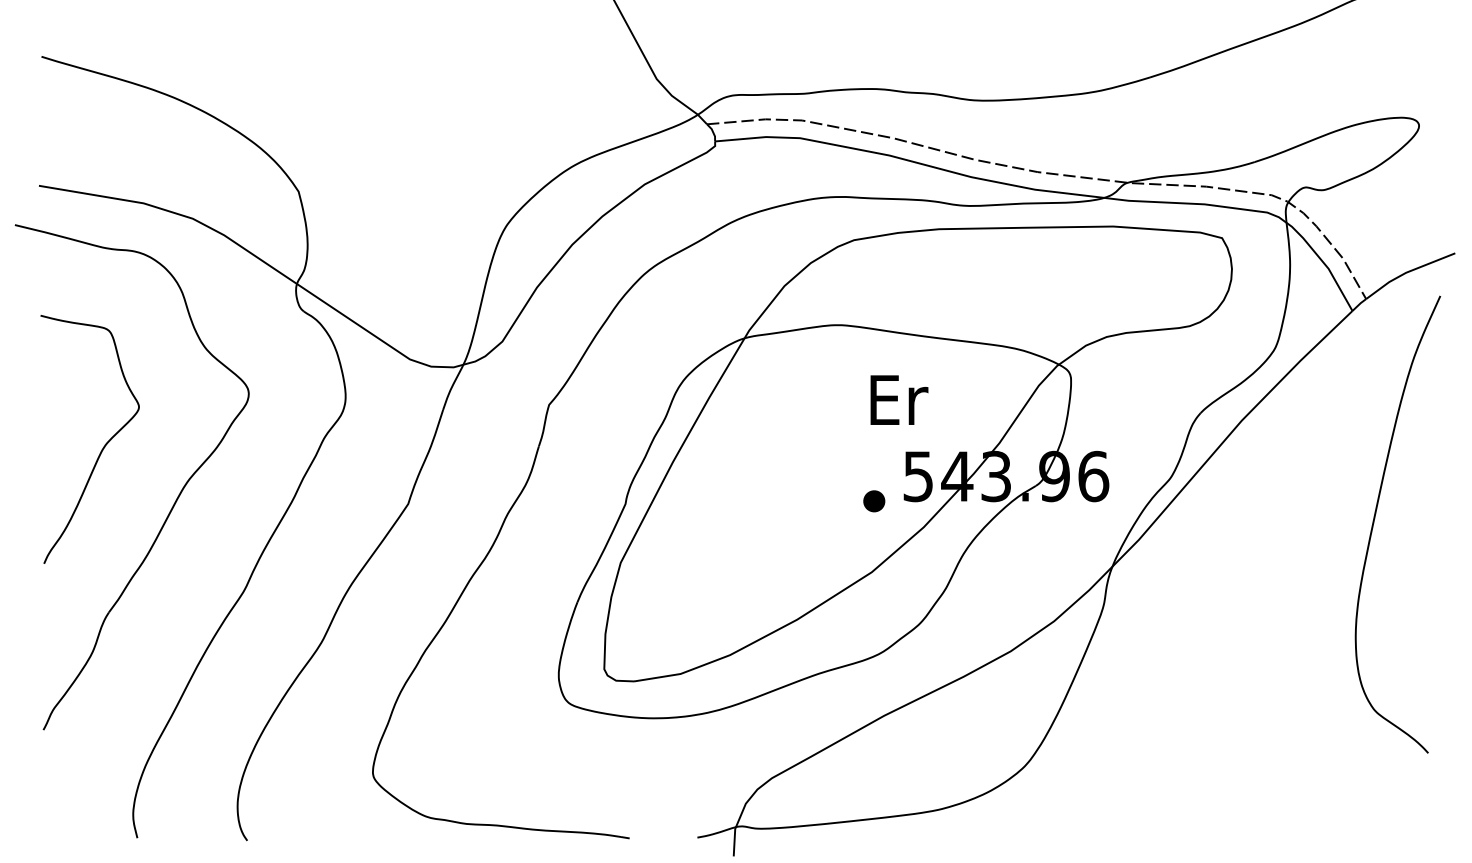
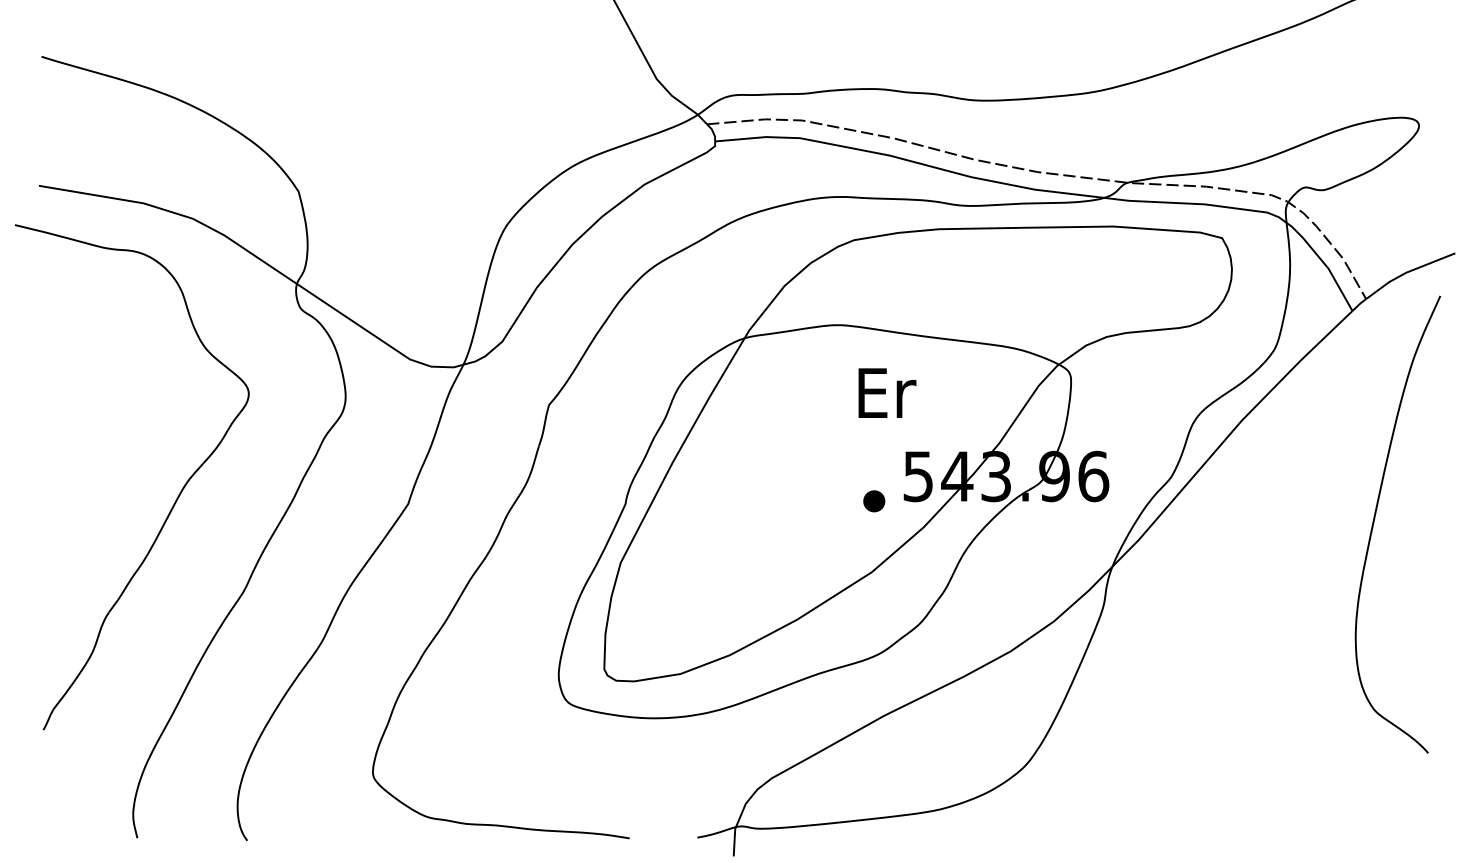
text at (899, 399) position: (899, 399) -> (887, 392)
curve at (101, 449): present -> none
